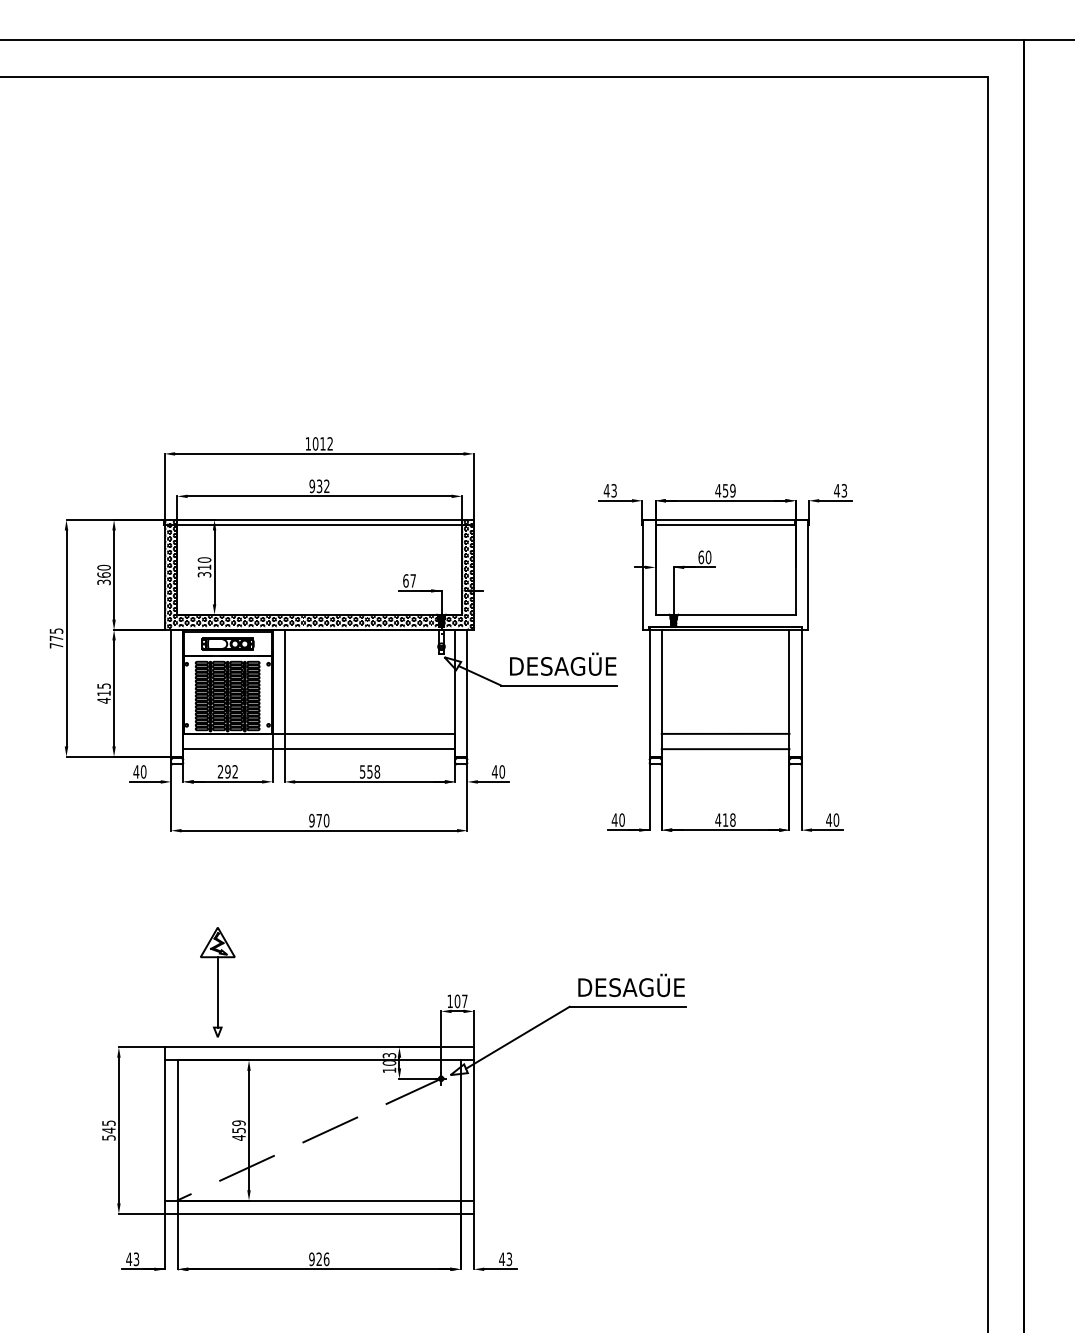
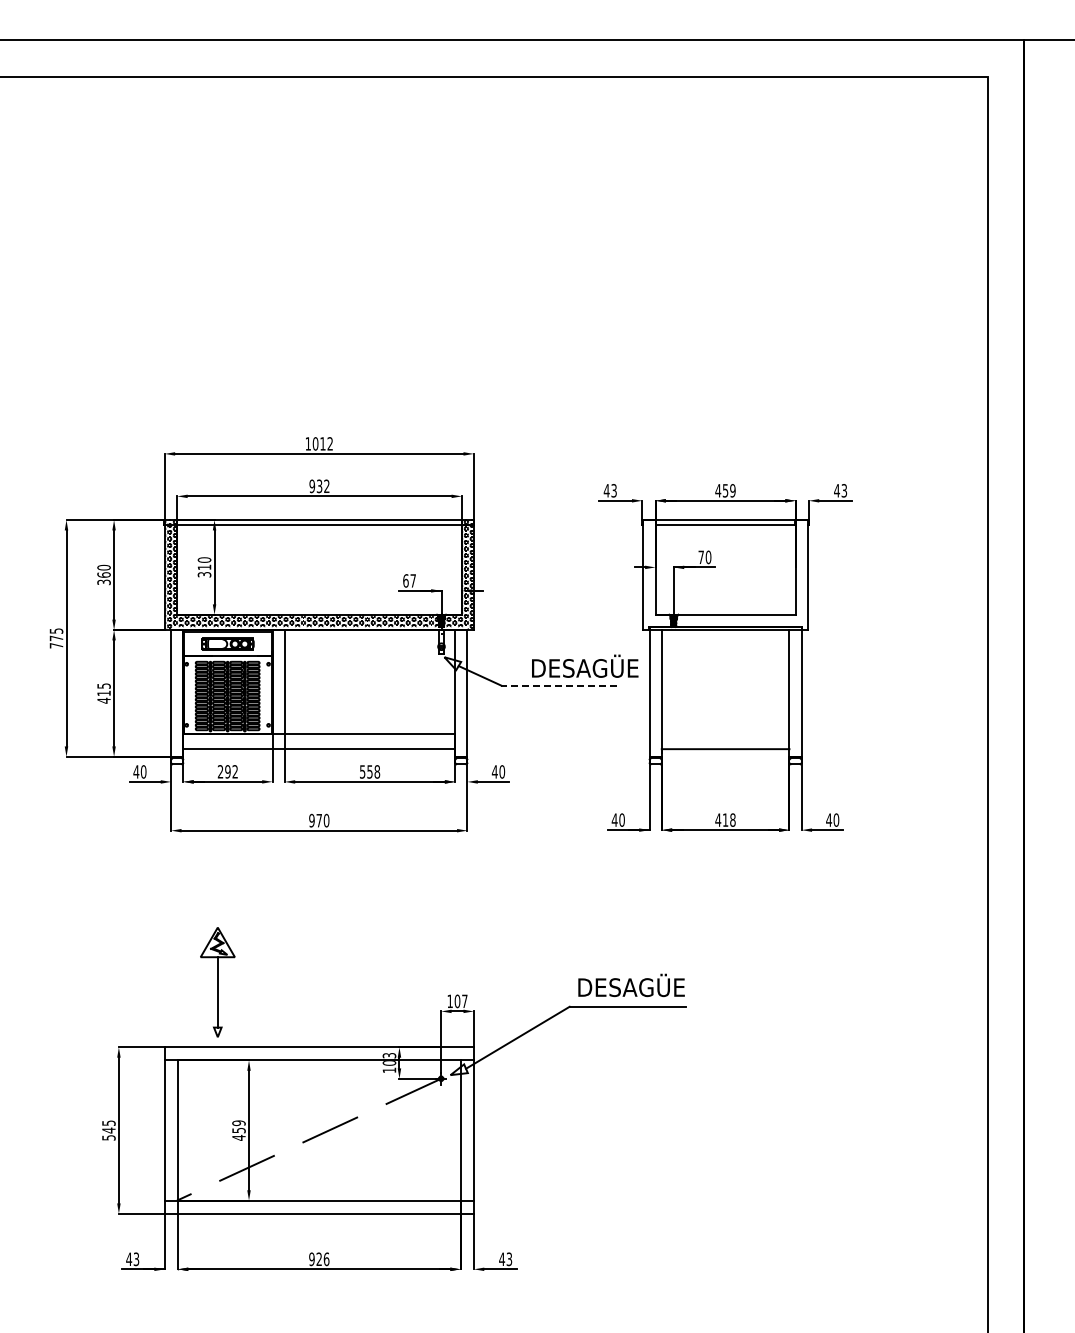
text at (701, 557): 60 -> 70
text at (563, 663) position: (563, 663) -> (585, 665)
line at (559, 685): solid -> dashed
line at (725, 733): present -> none
